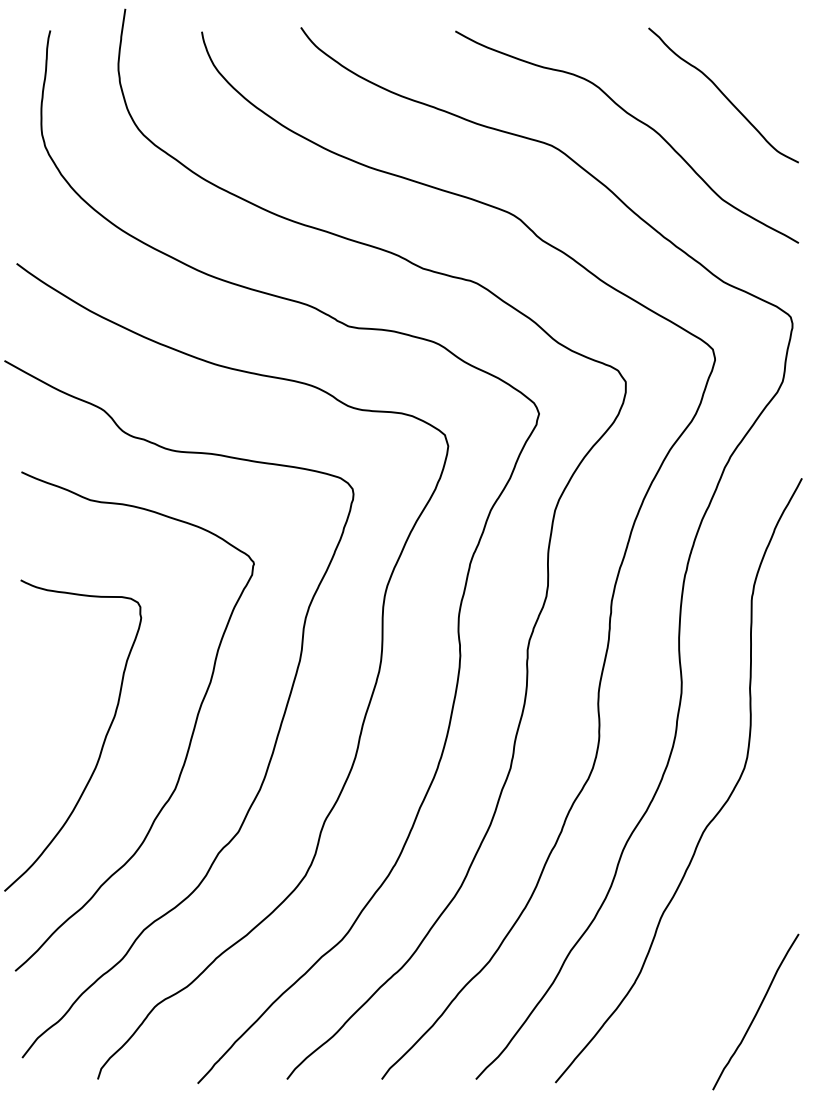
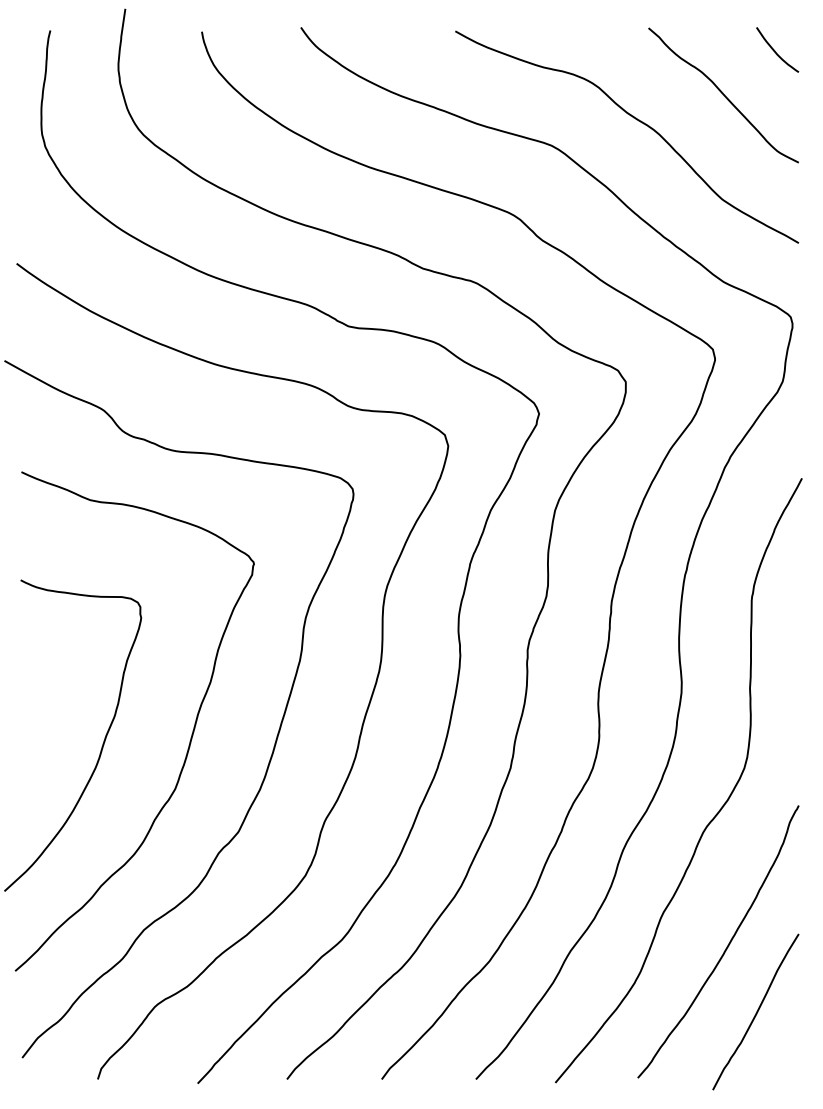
curve at (775, 50): none -> present
curve at (726, 946): none -> present
